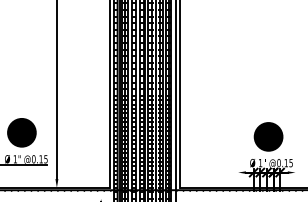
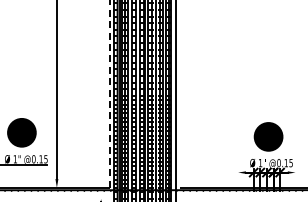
line at (109, 94): solid -> dashed
line at (180, 94): present -> none
